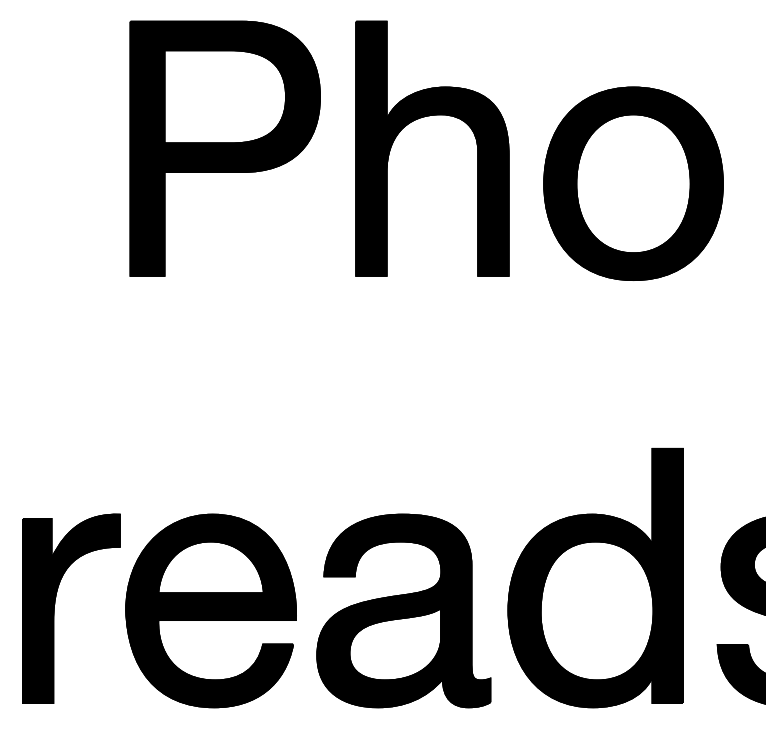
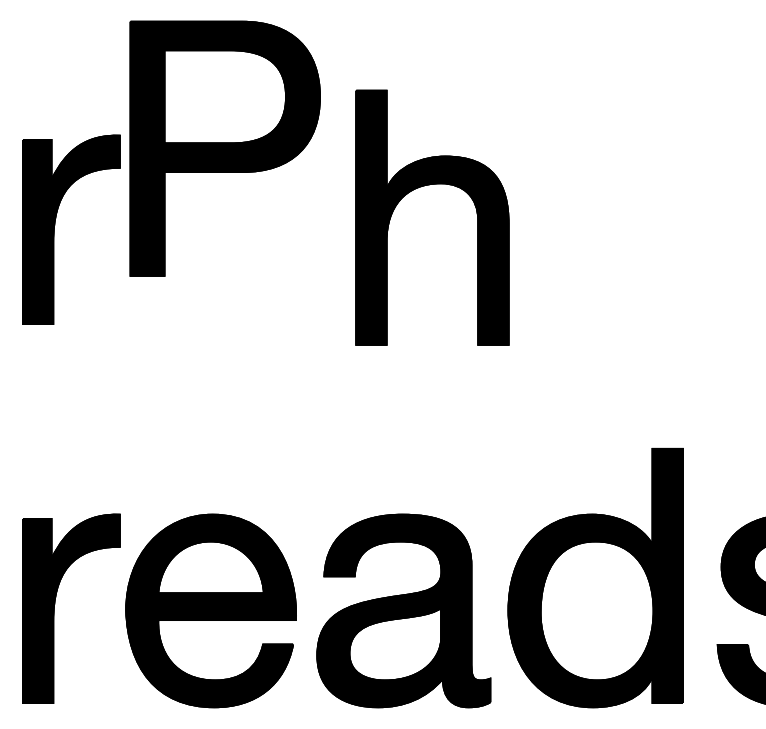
part at (421, 118) position: (421, 118) -> (421, 187)
part at (633, 183): present -> none
part at (55, 225): none -> present
